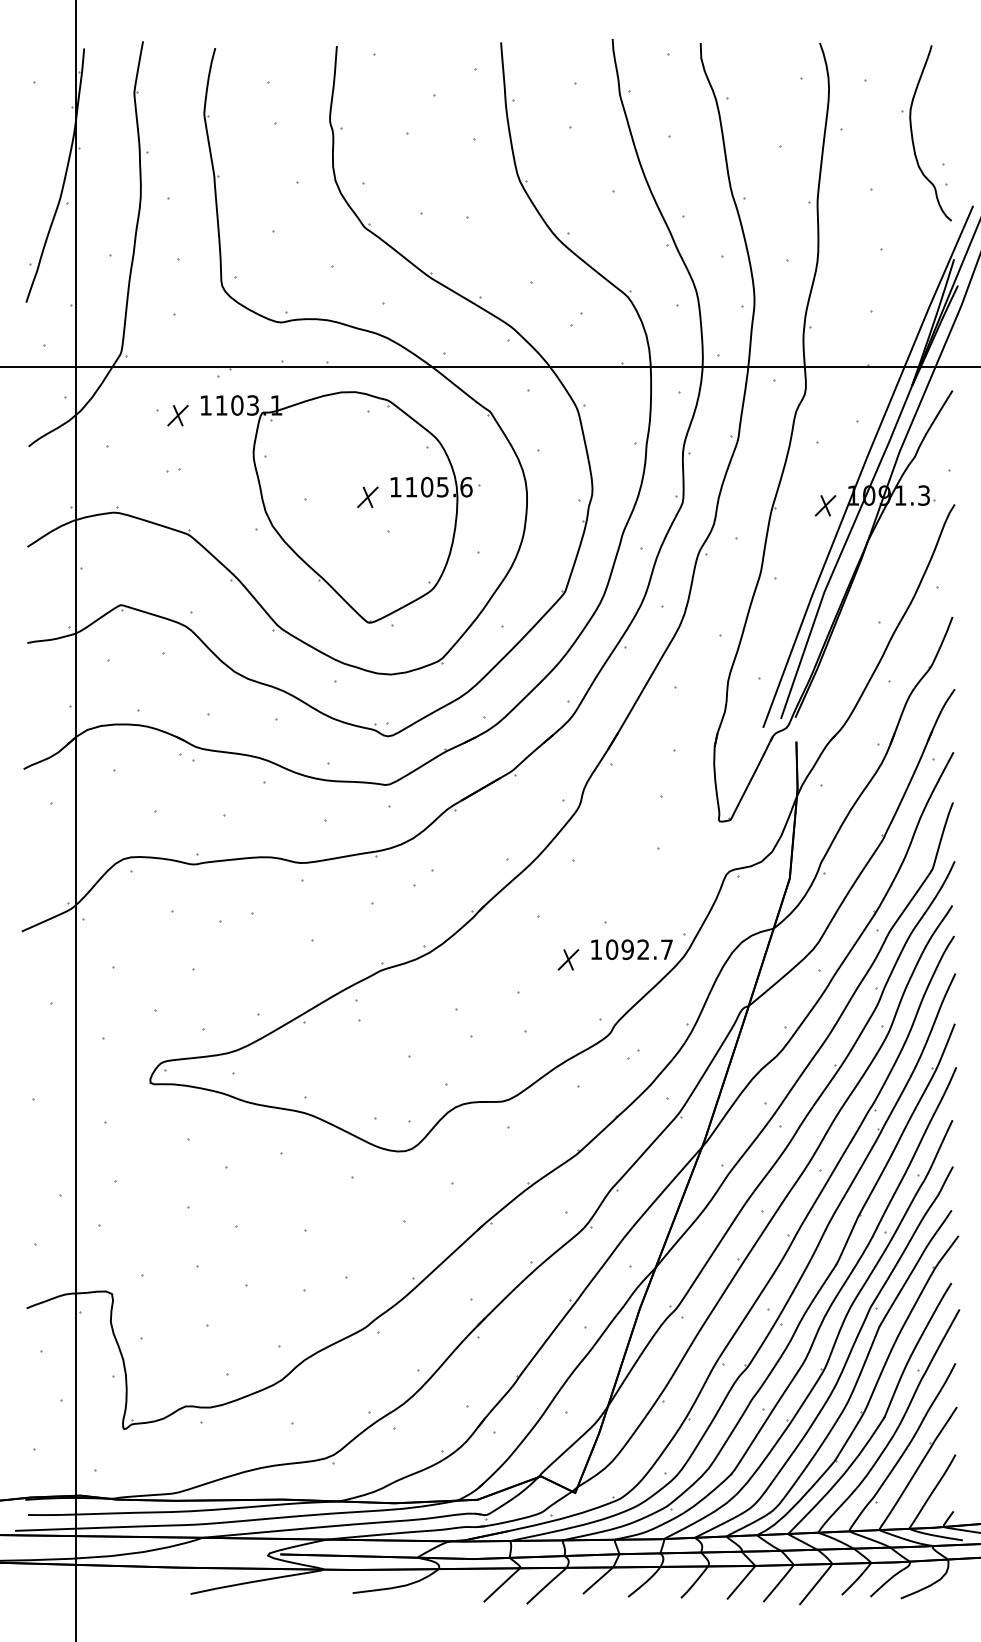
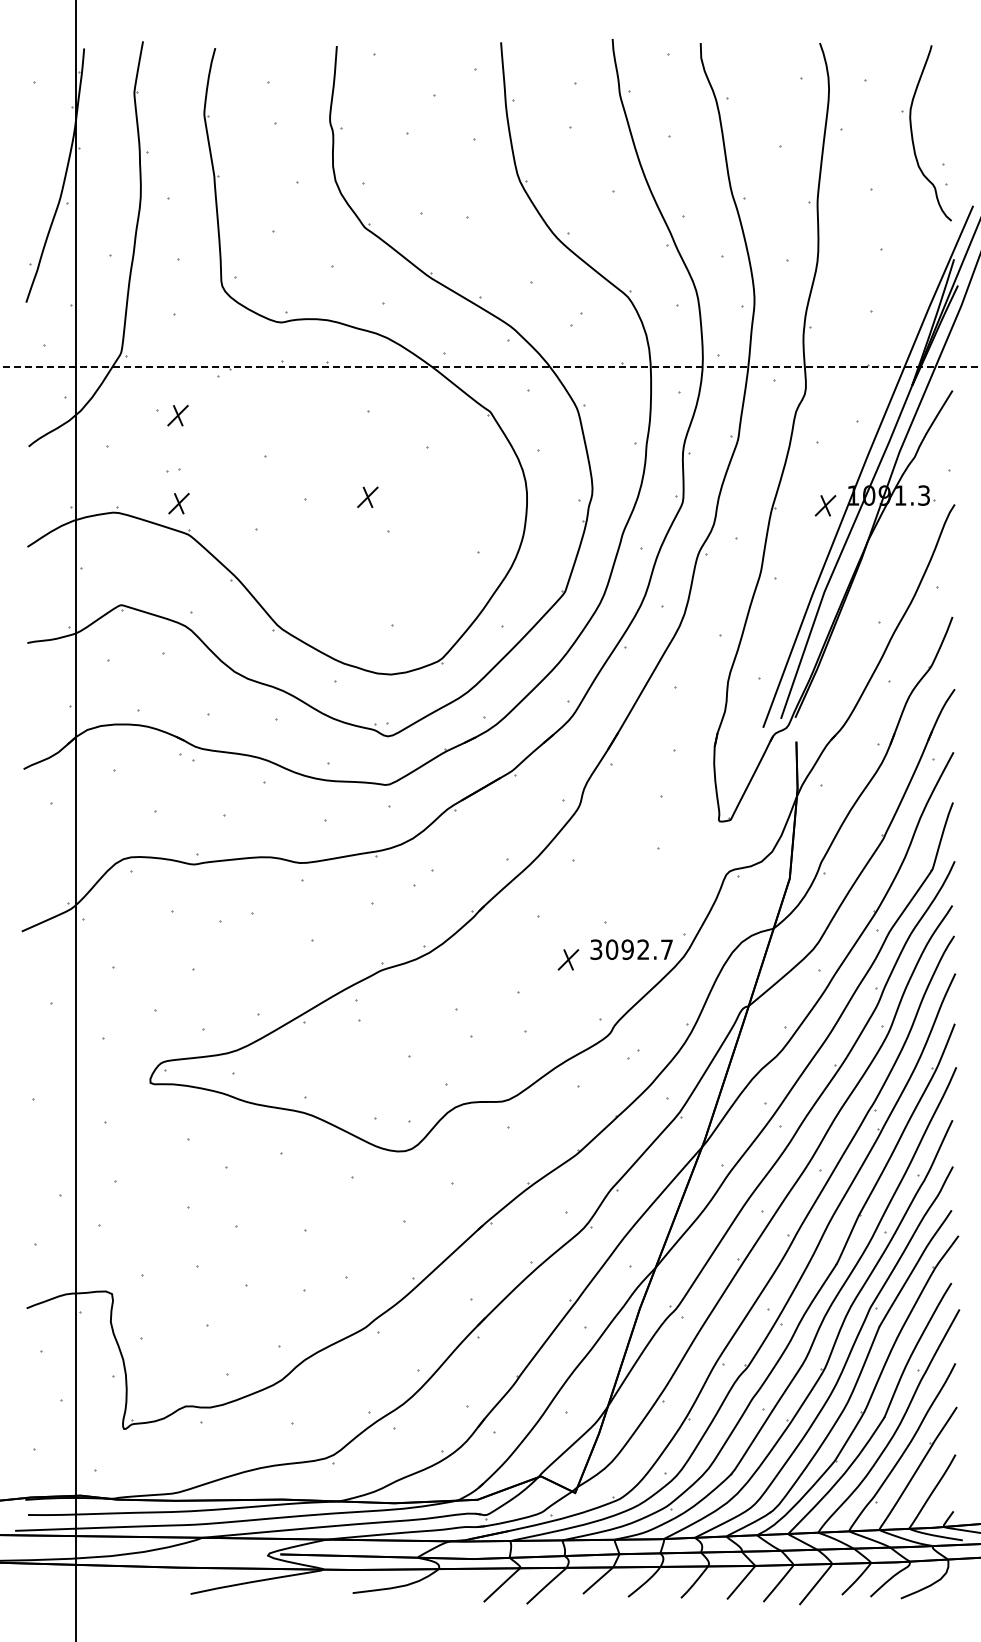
line at (491, 367): solid -> dashed
part at (178, 503): none -> present
part at (340, 507): present -> none
text at (596, 949): 1092.7 -> 3092.7
